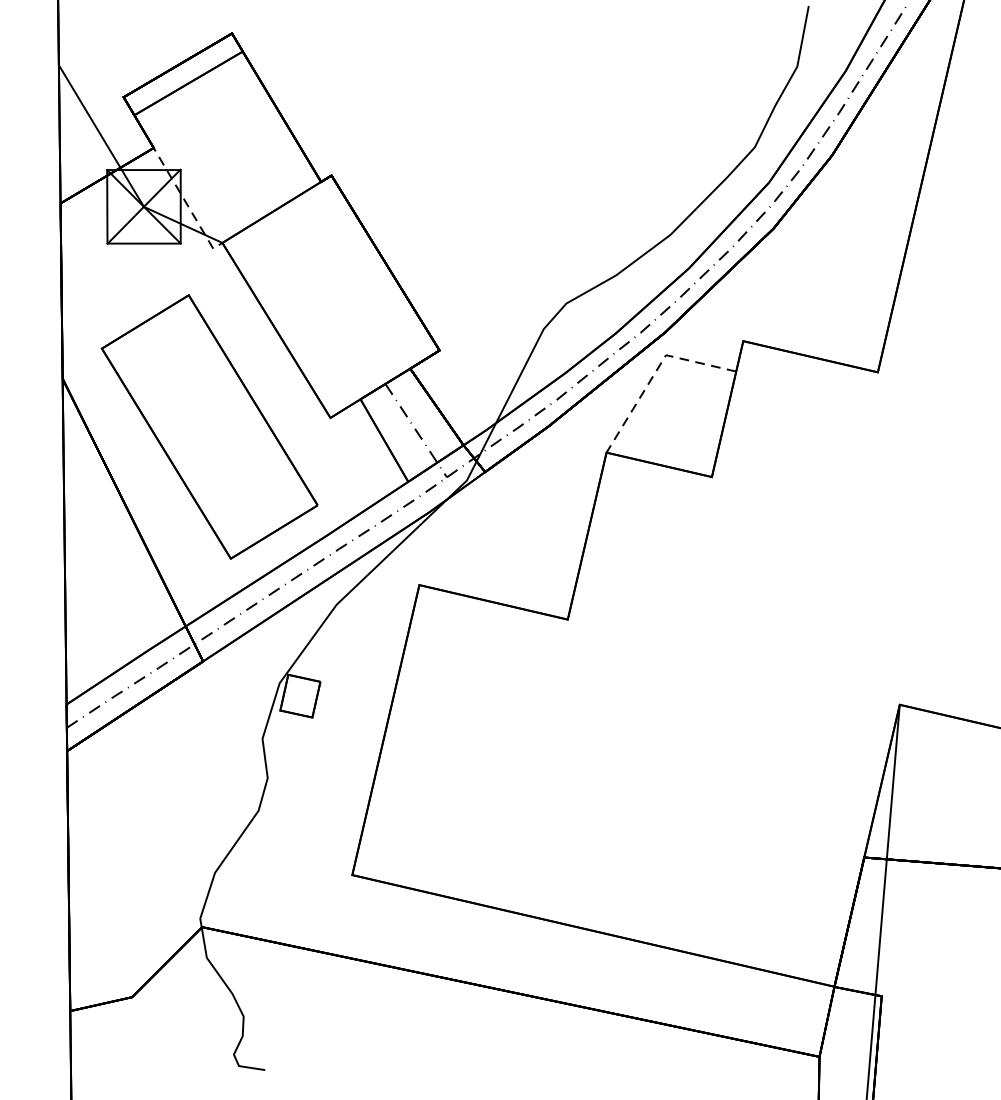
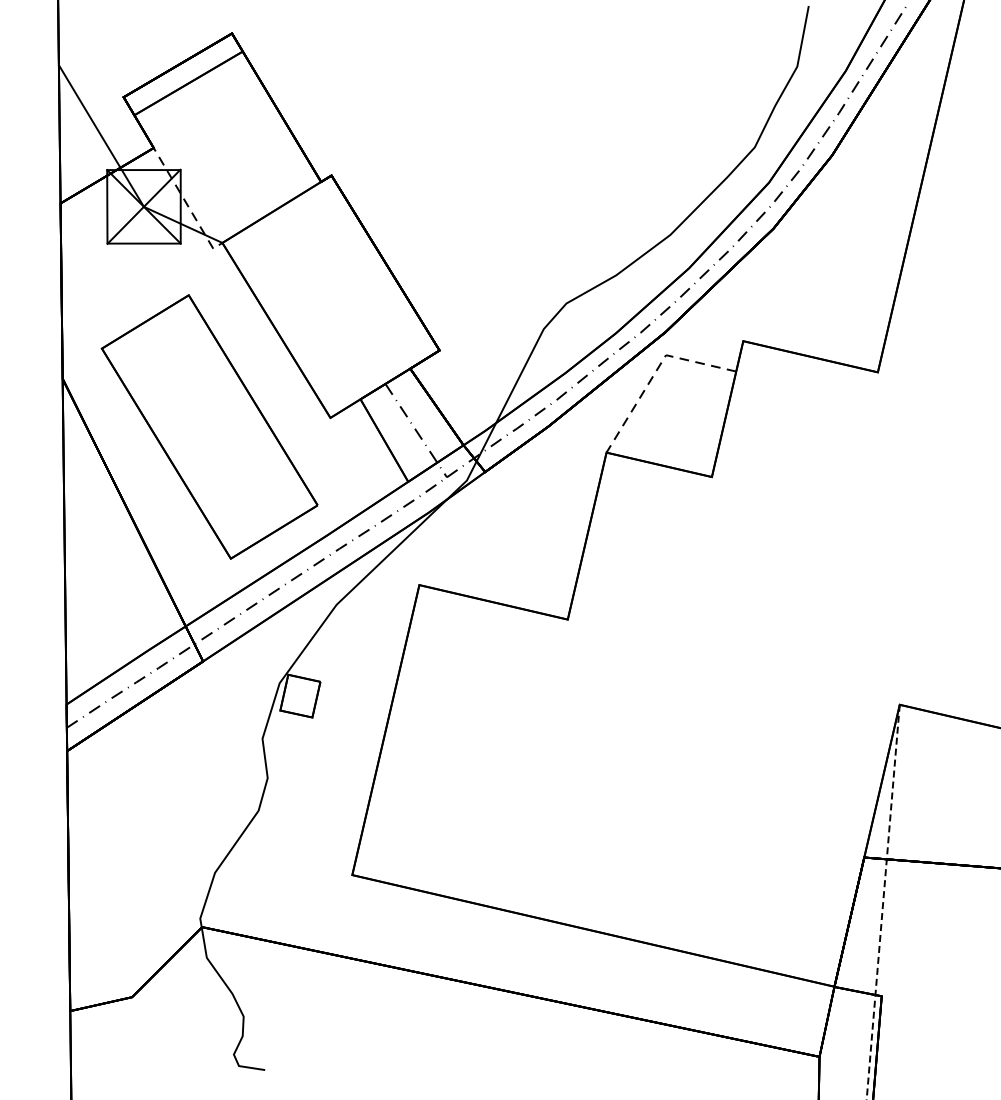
line at (883, 902): solid -> dashed
